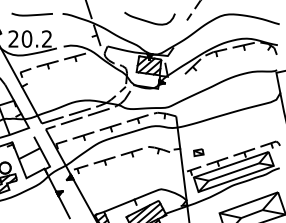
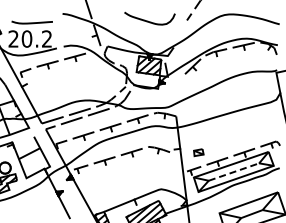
curve at (31, 14) position: (31, 14) -> (31, 22)
line at (233, 172): solid -> dashed
